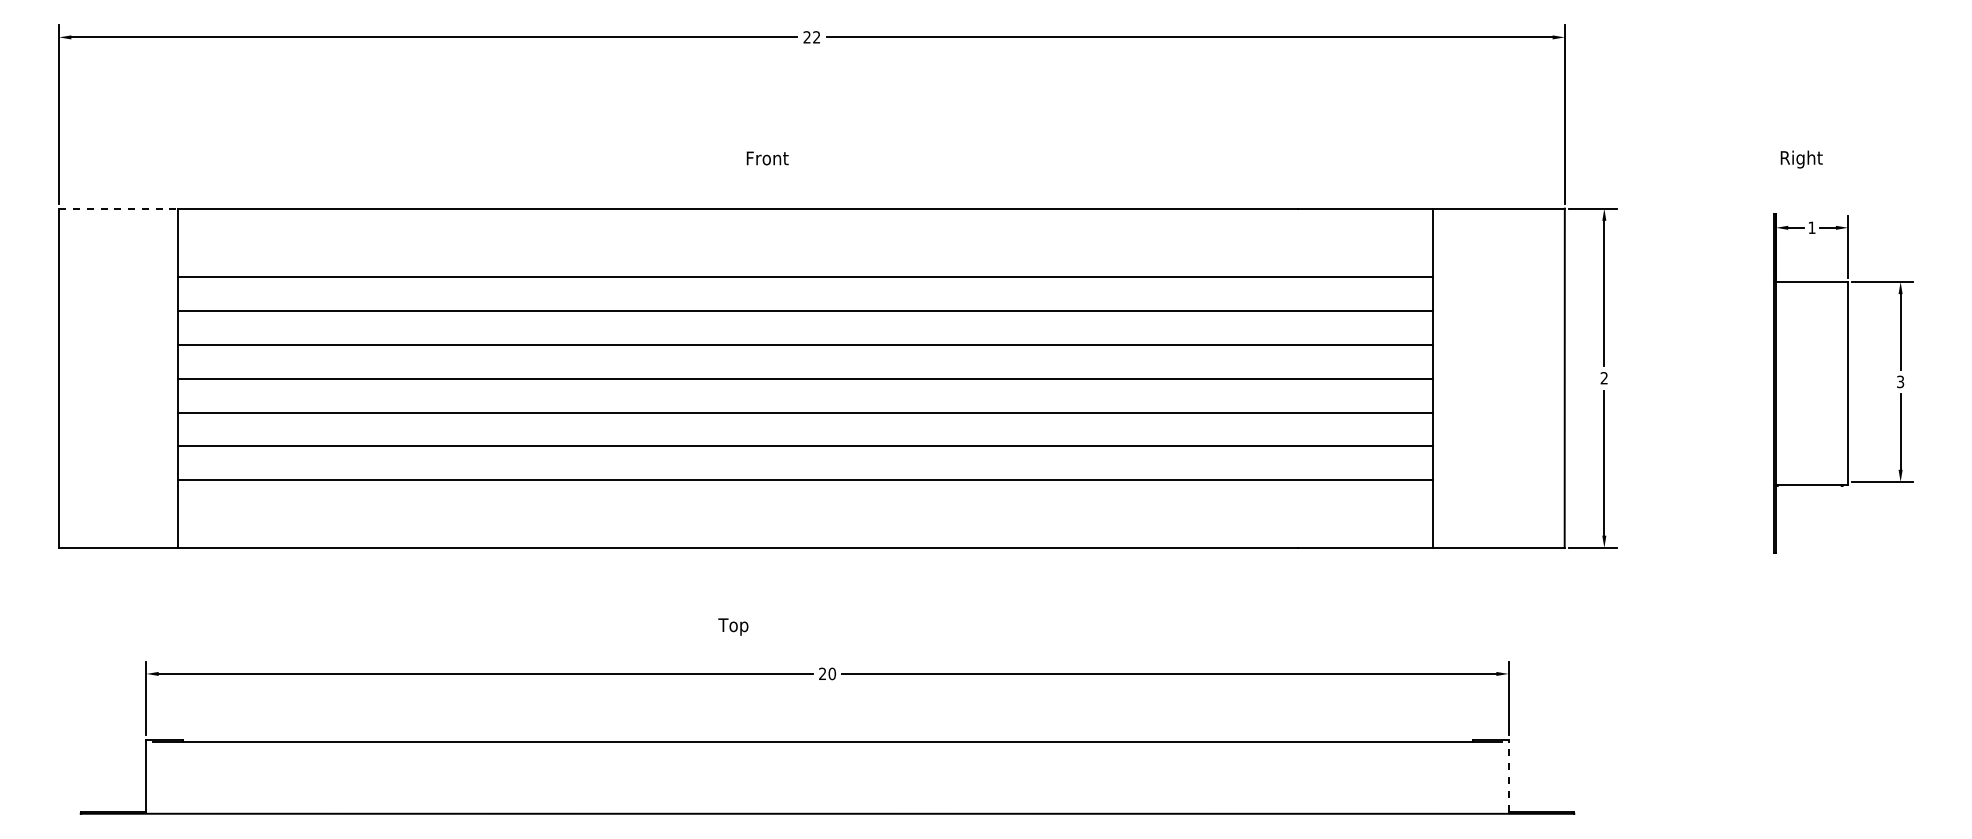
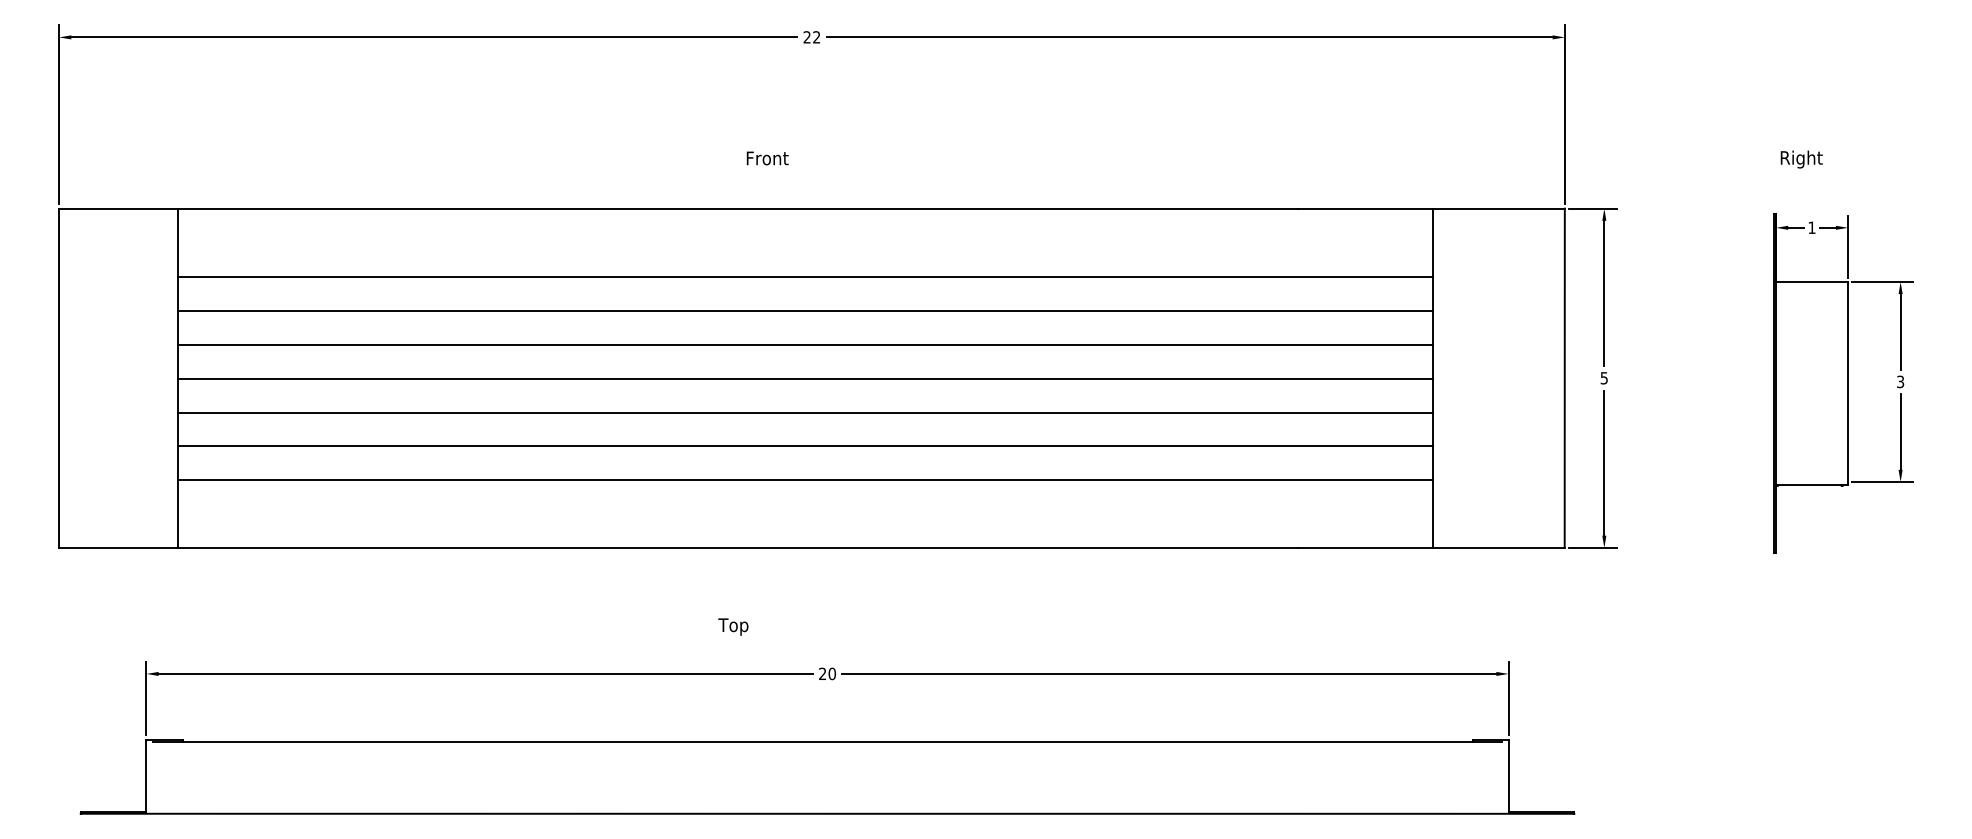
line at (119, 208): dashed -> solid
text at (1603, 378): 2 -> 5
line at (1508, 775): dashed -> solid
